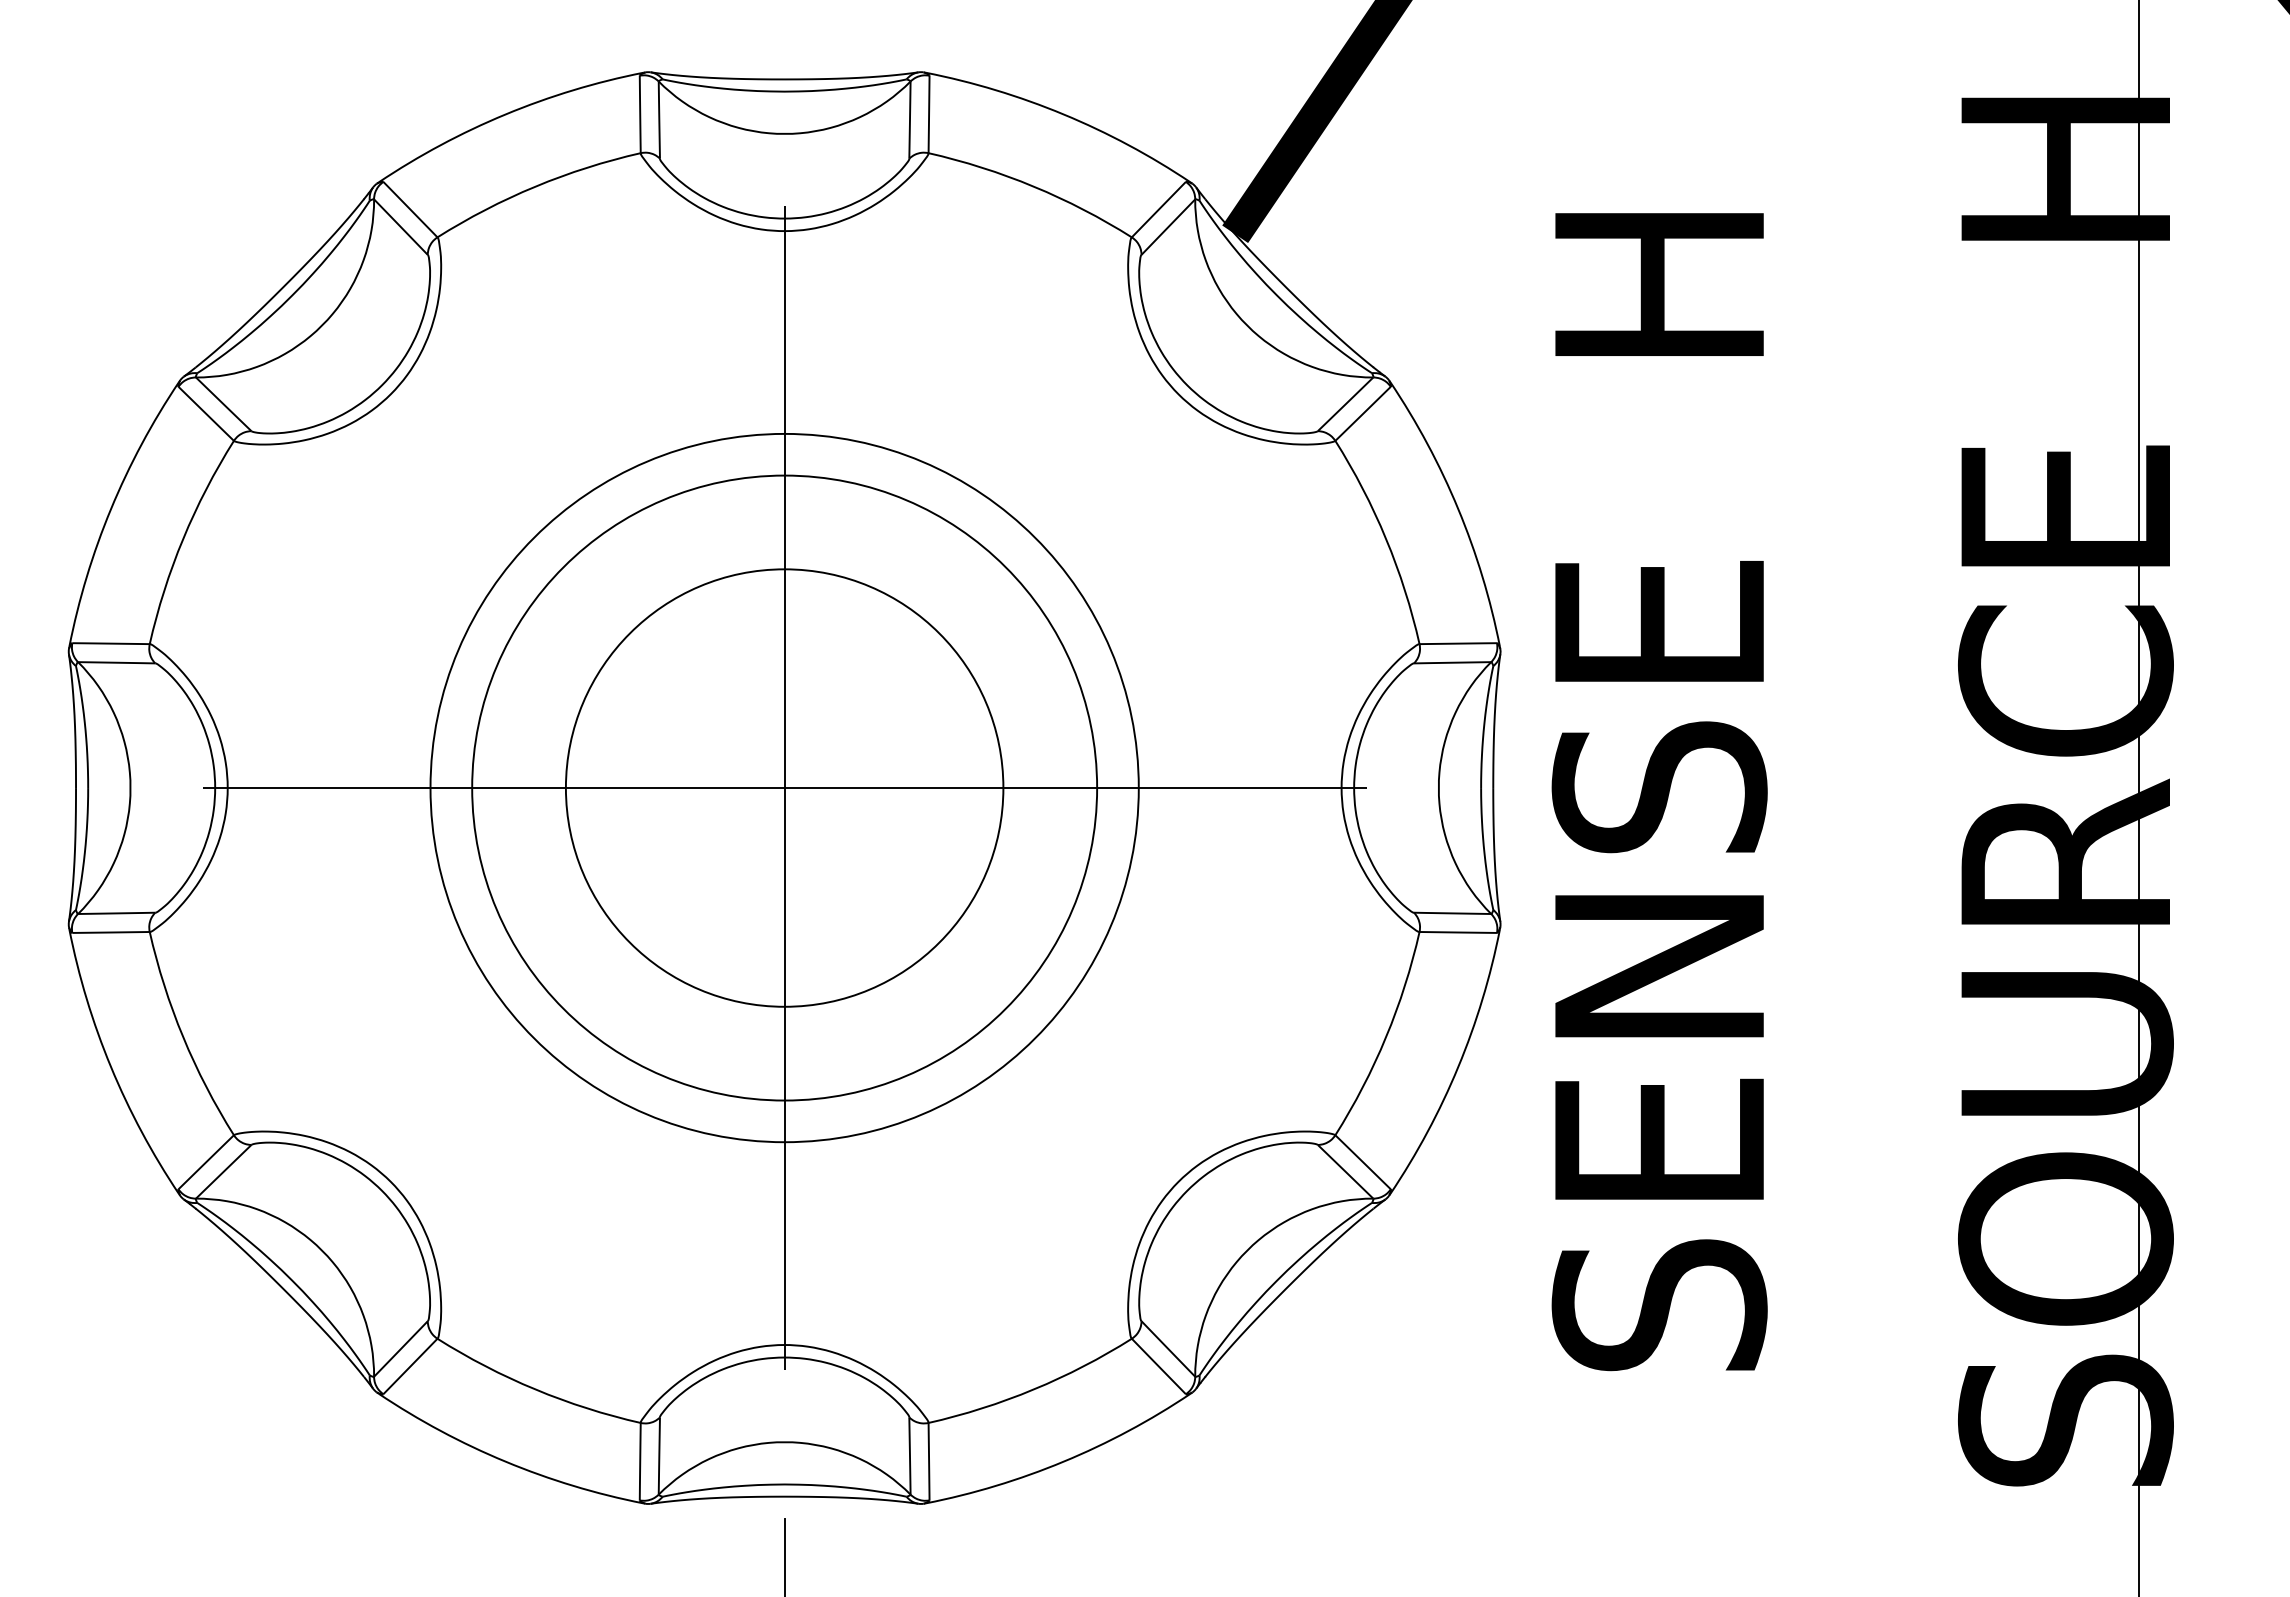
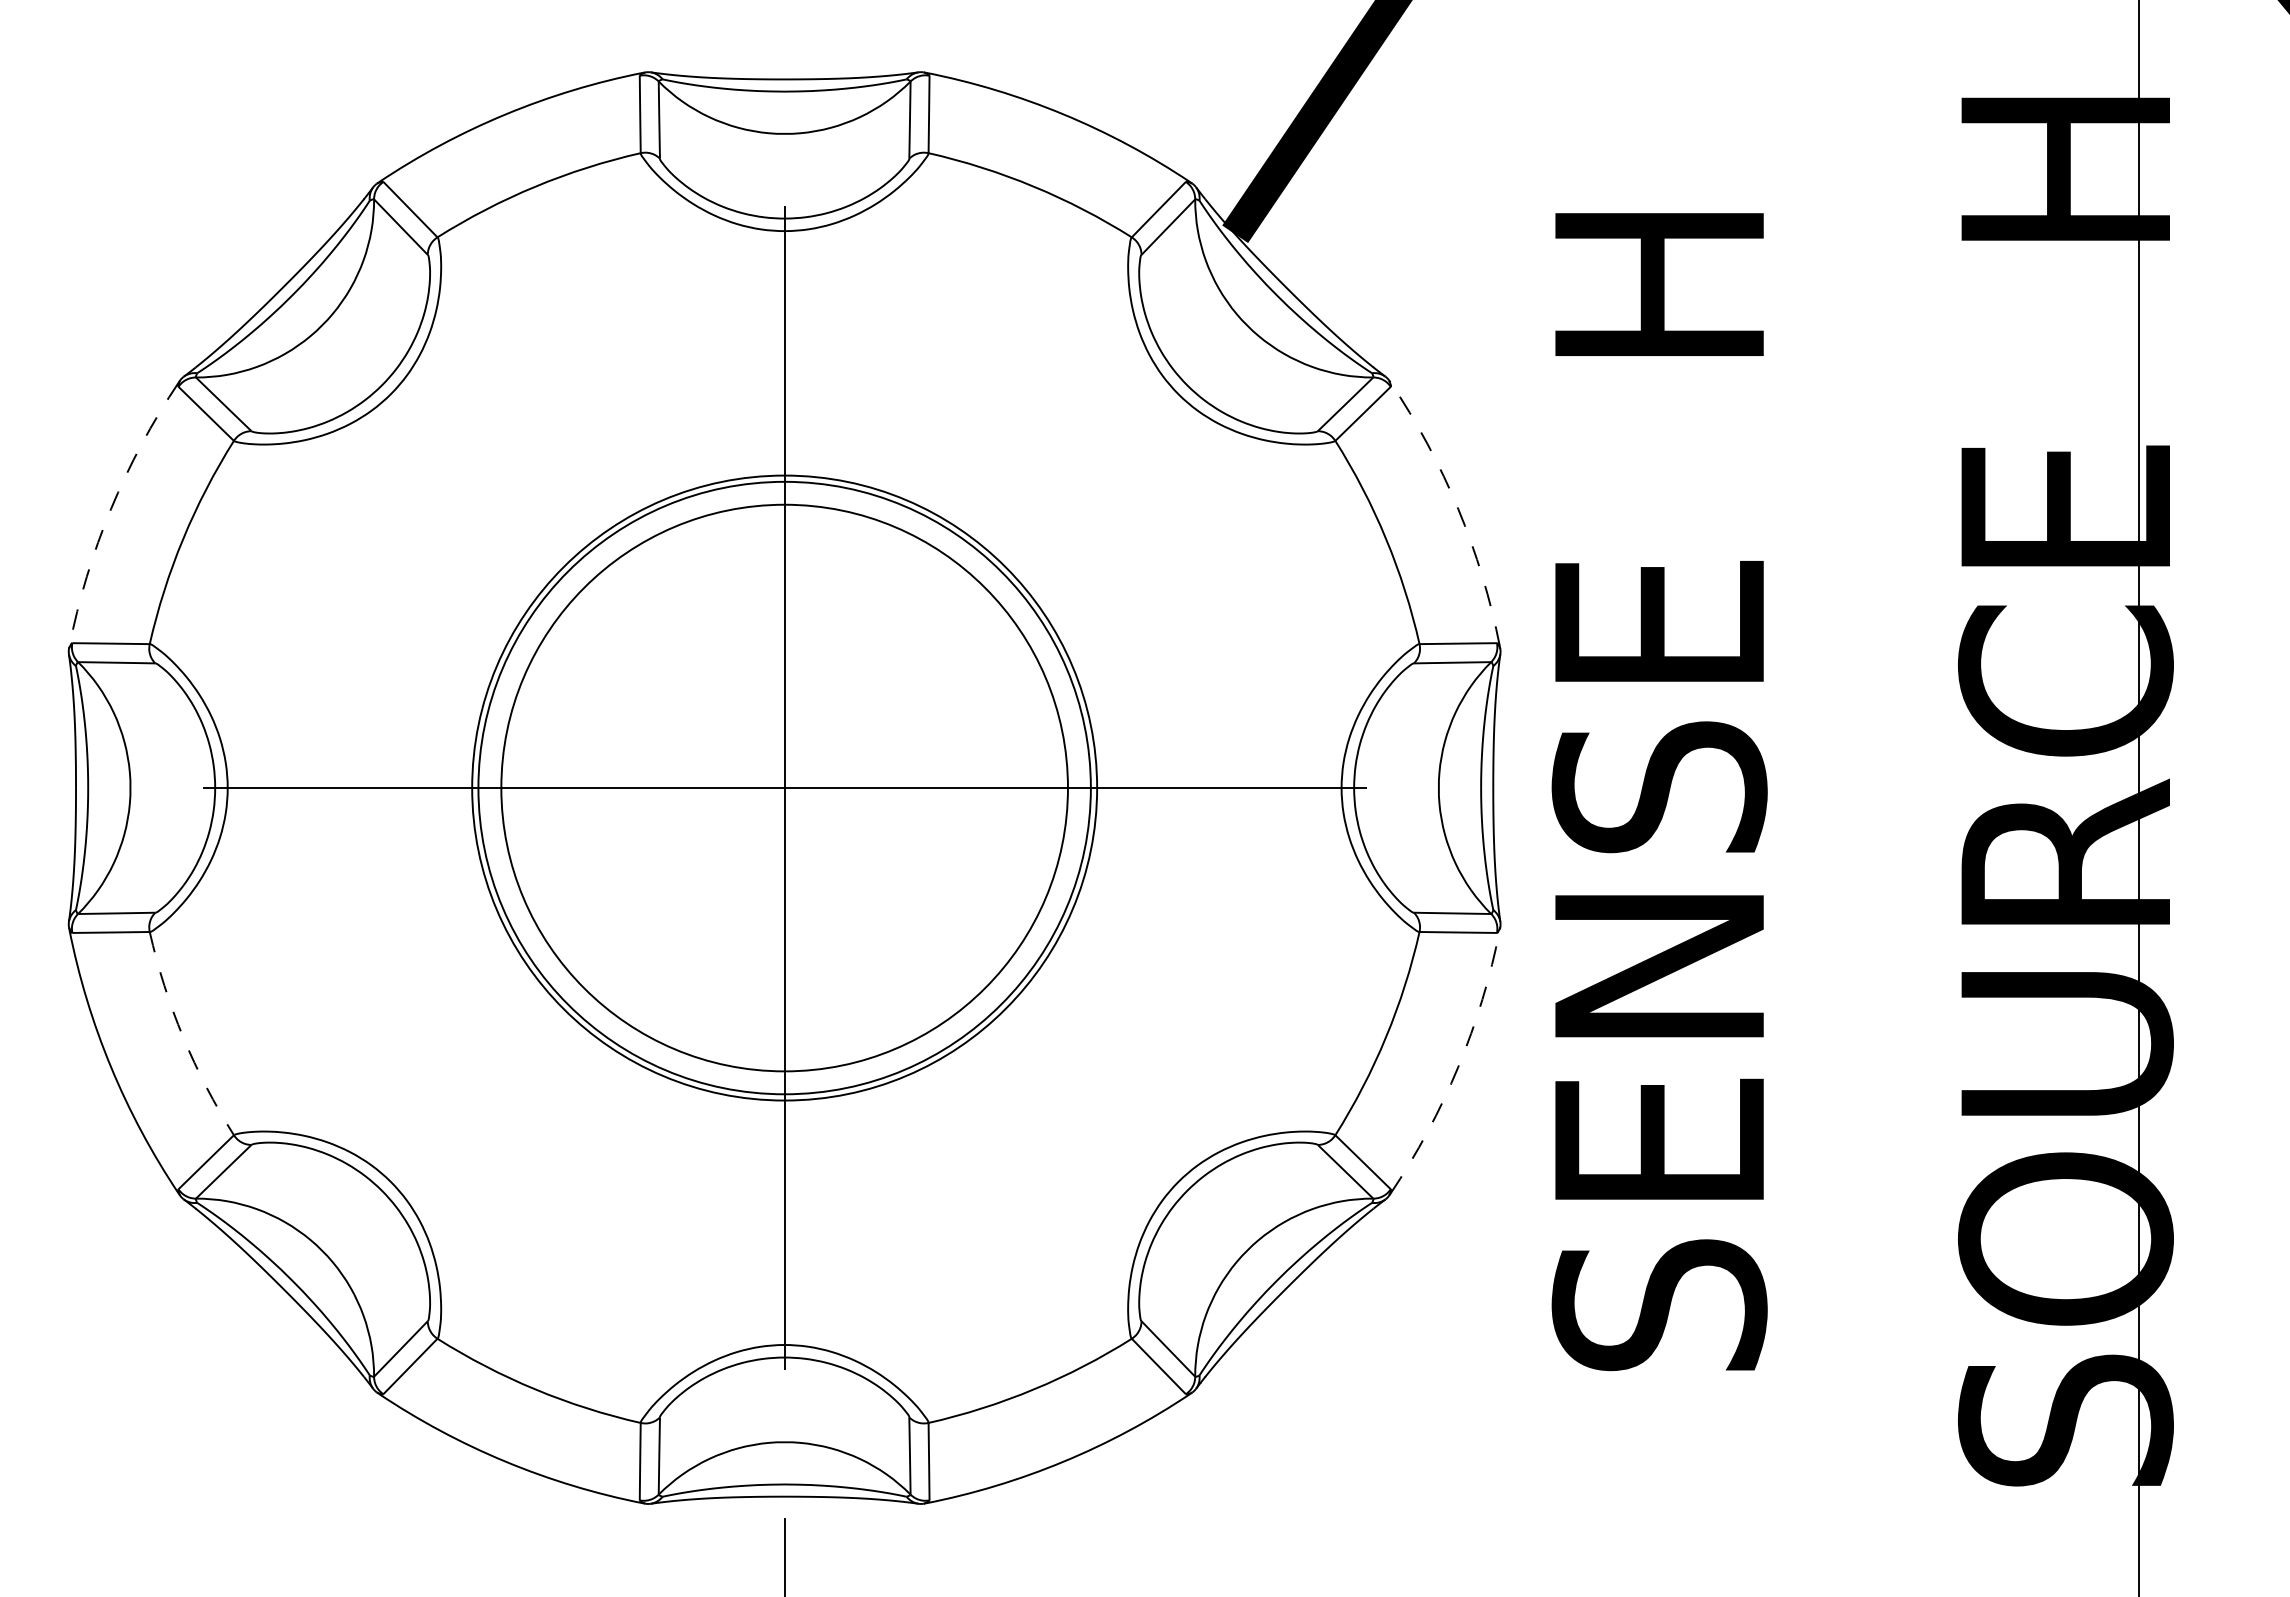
arc at (111, 509): solid -> dashed
arc at (1458, 509): solid -> dashed
circle at (784, 787) diameter: 437 px -> 612 px
circle at (784, 787) diameter: 708 px -> 567 px
arc at (183, 1037): solid -> dashed
arc at (1458, 1067): solid -> dashed
